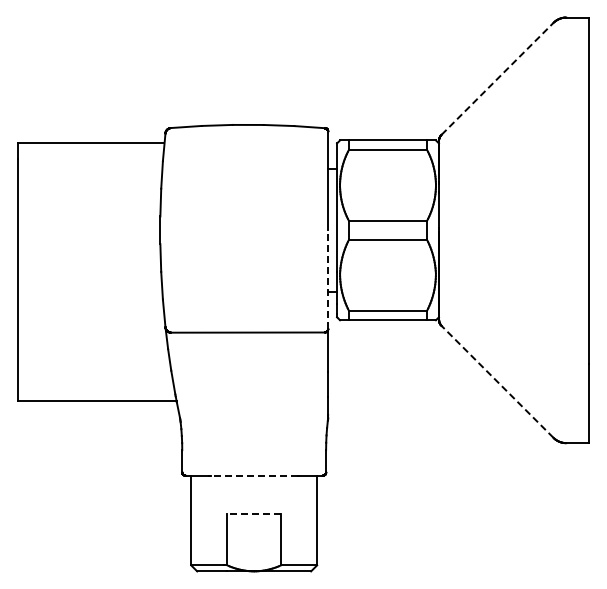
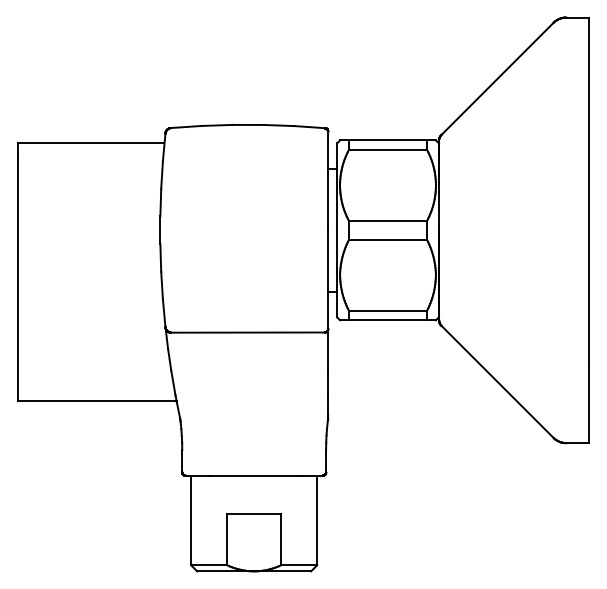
line at (497, 78): dashed -> solid
line at (328, 279): dashed -> solid
line at (497, 381): dashed -> solid
line at (254, 475): dashed -> solid
line at (254, 514): dashed -> solid
